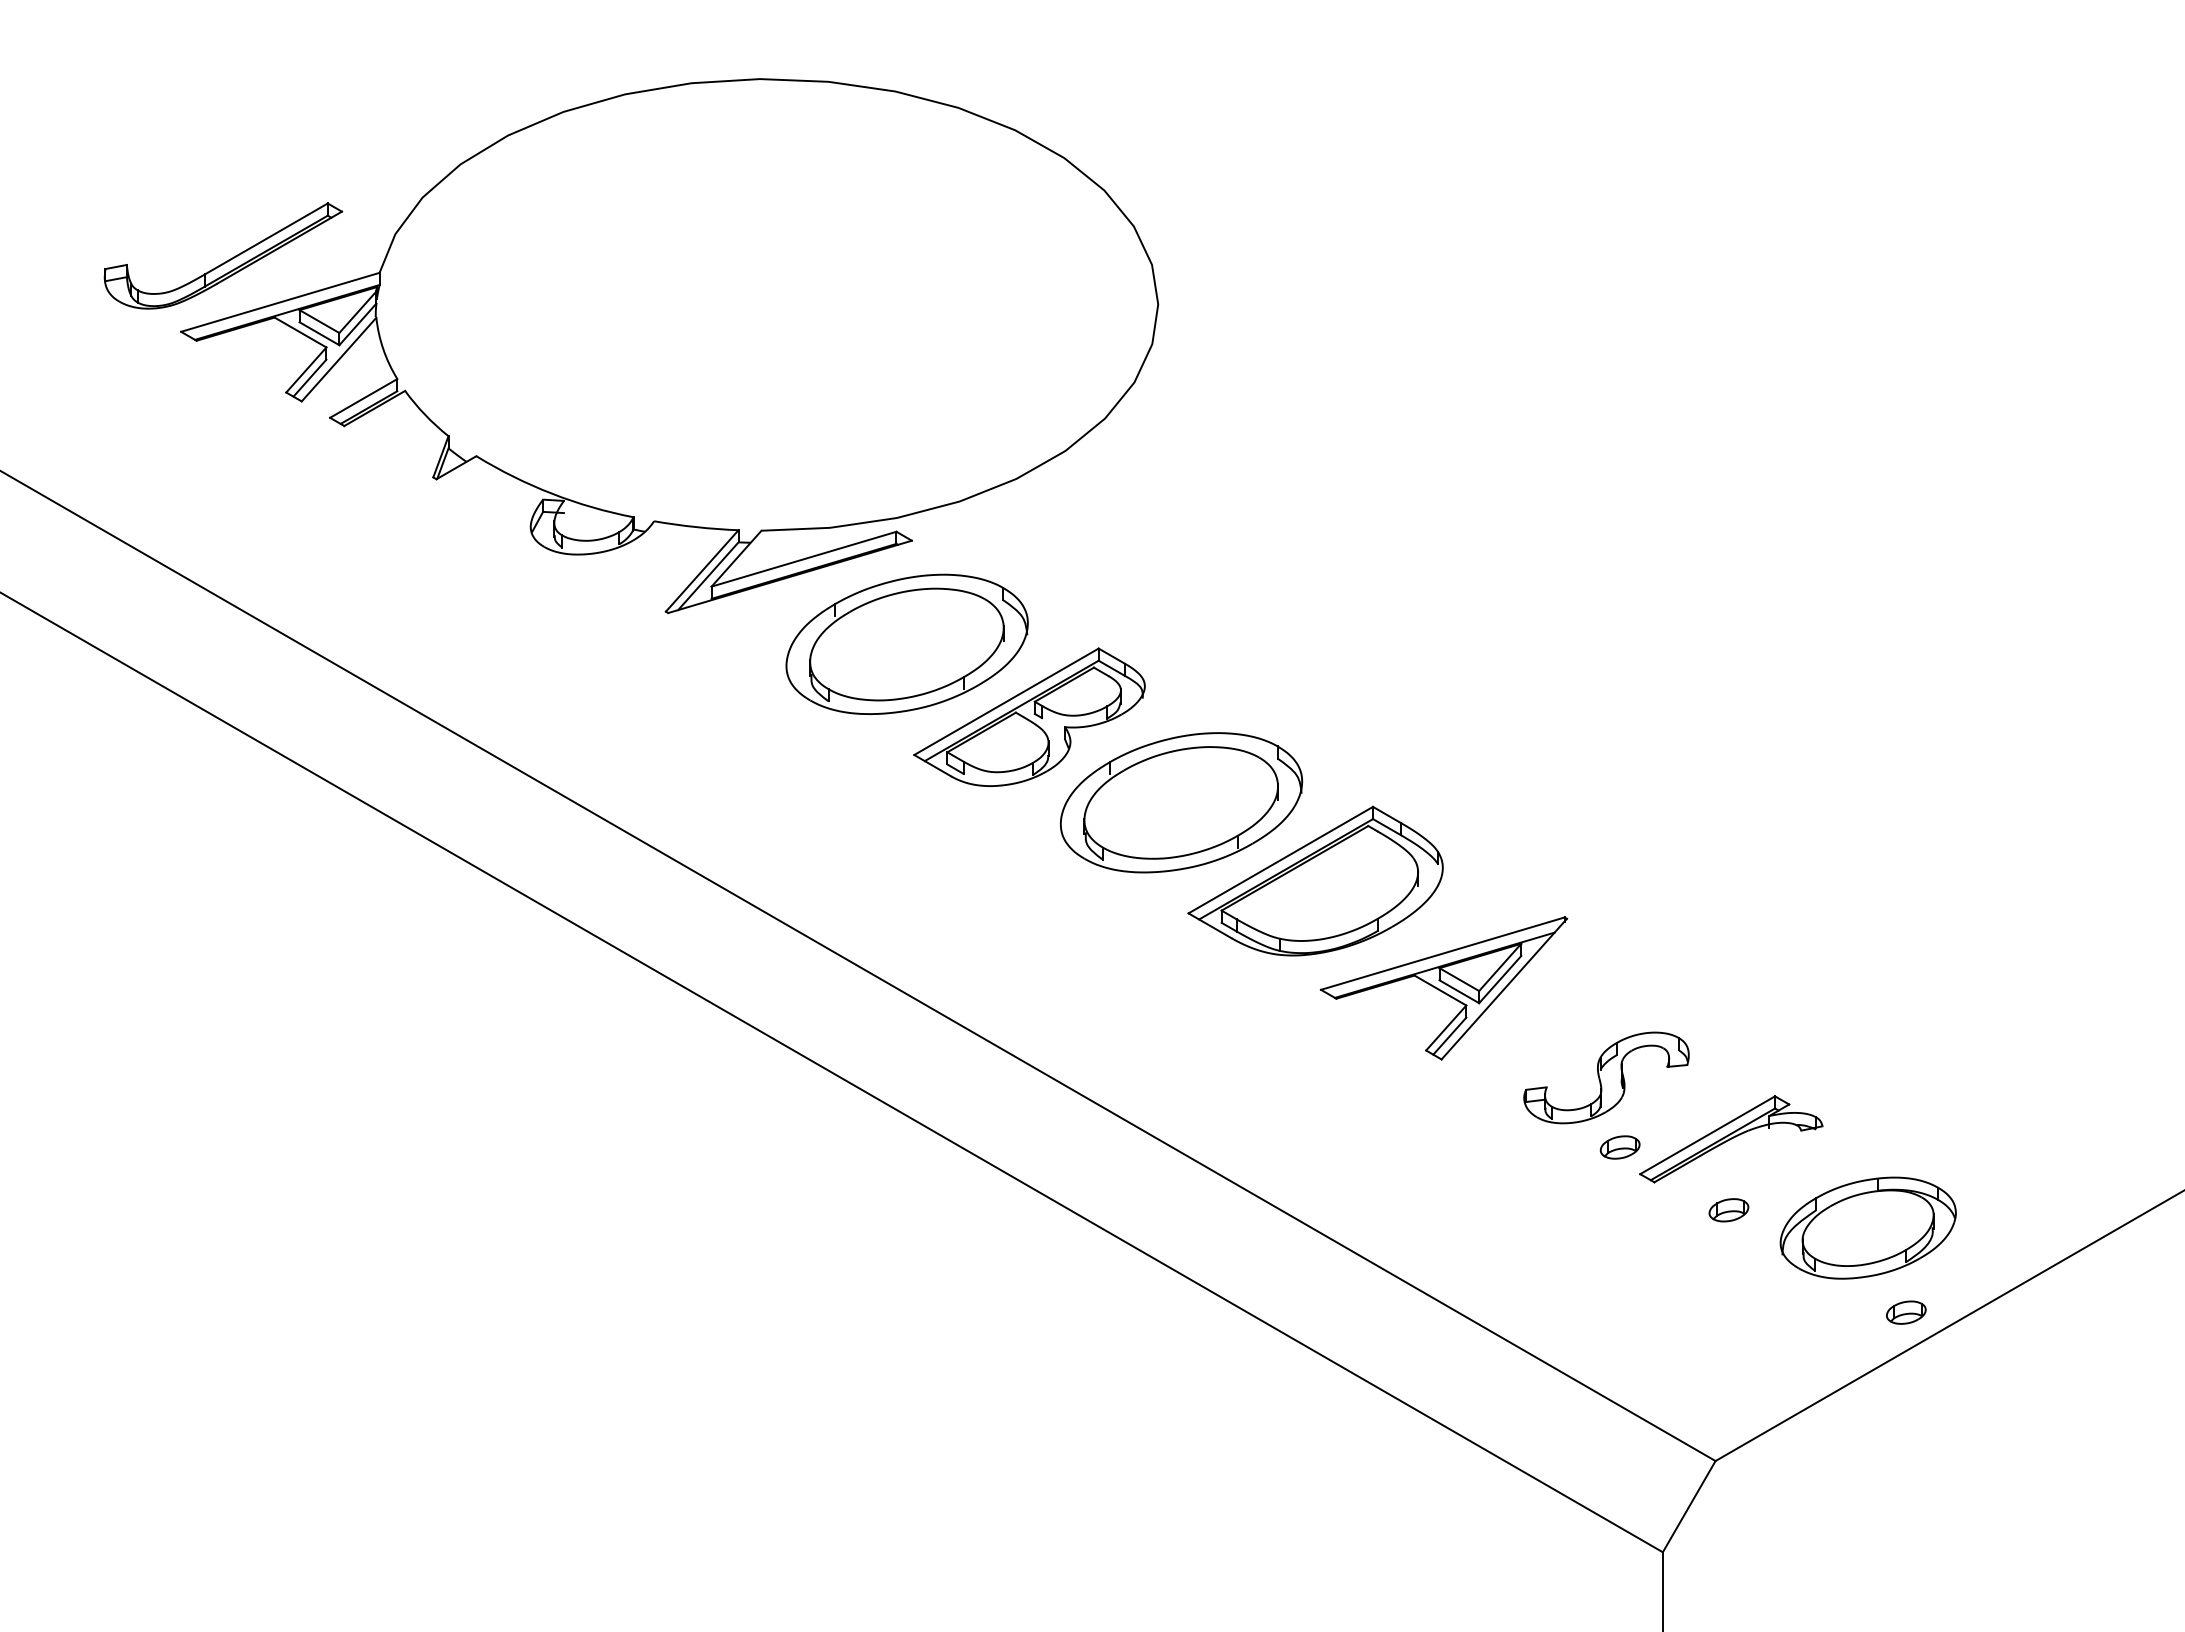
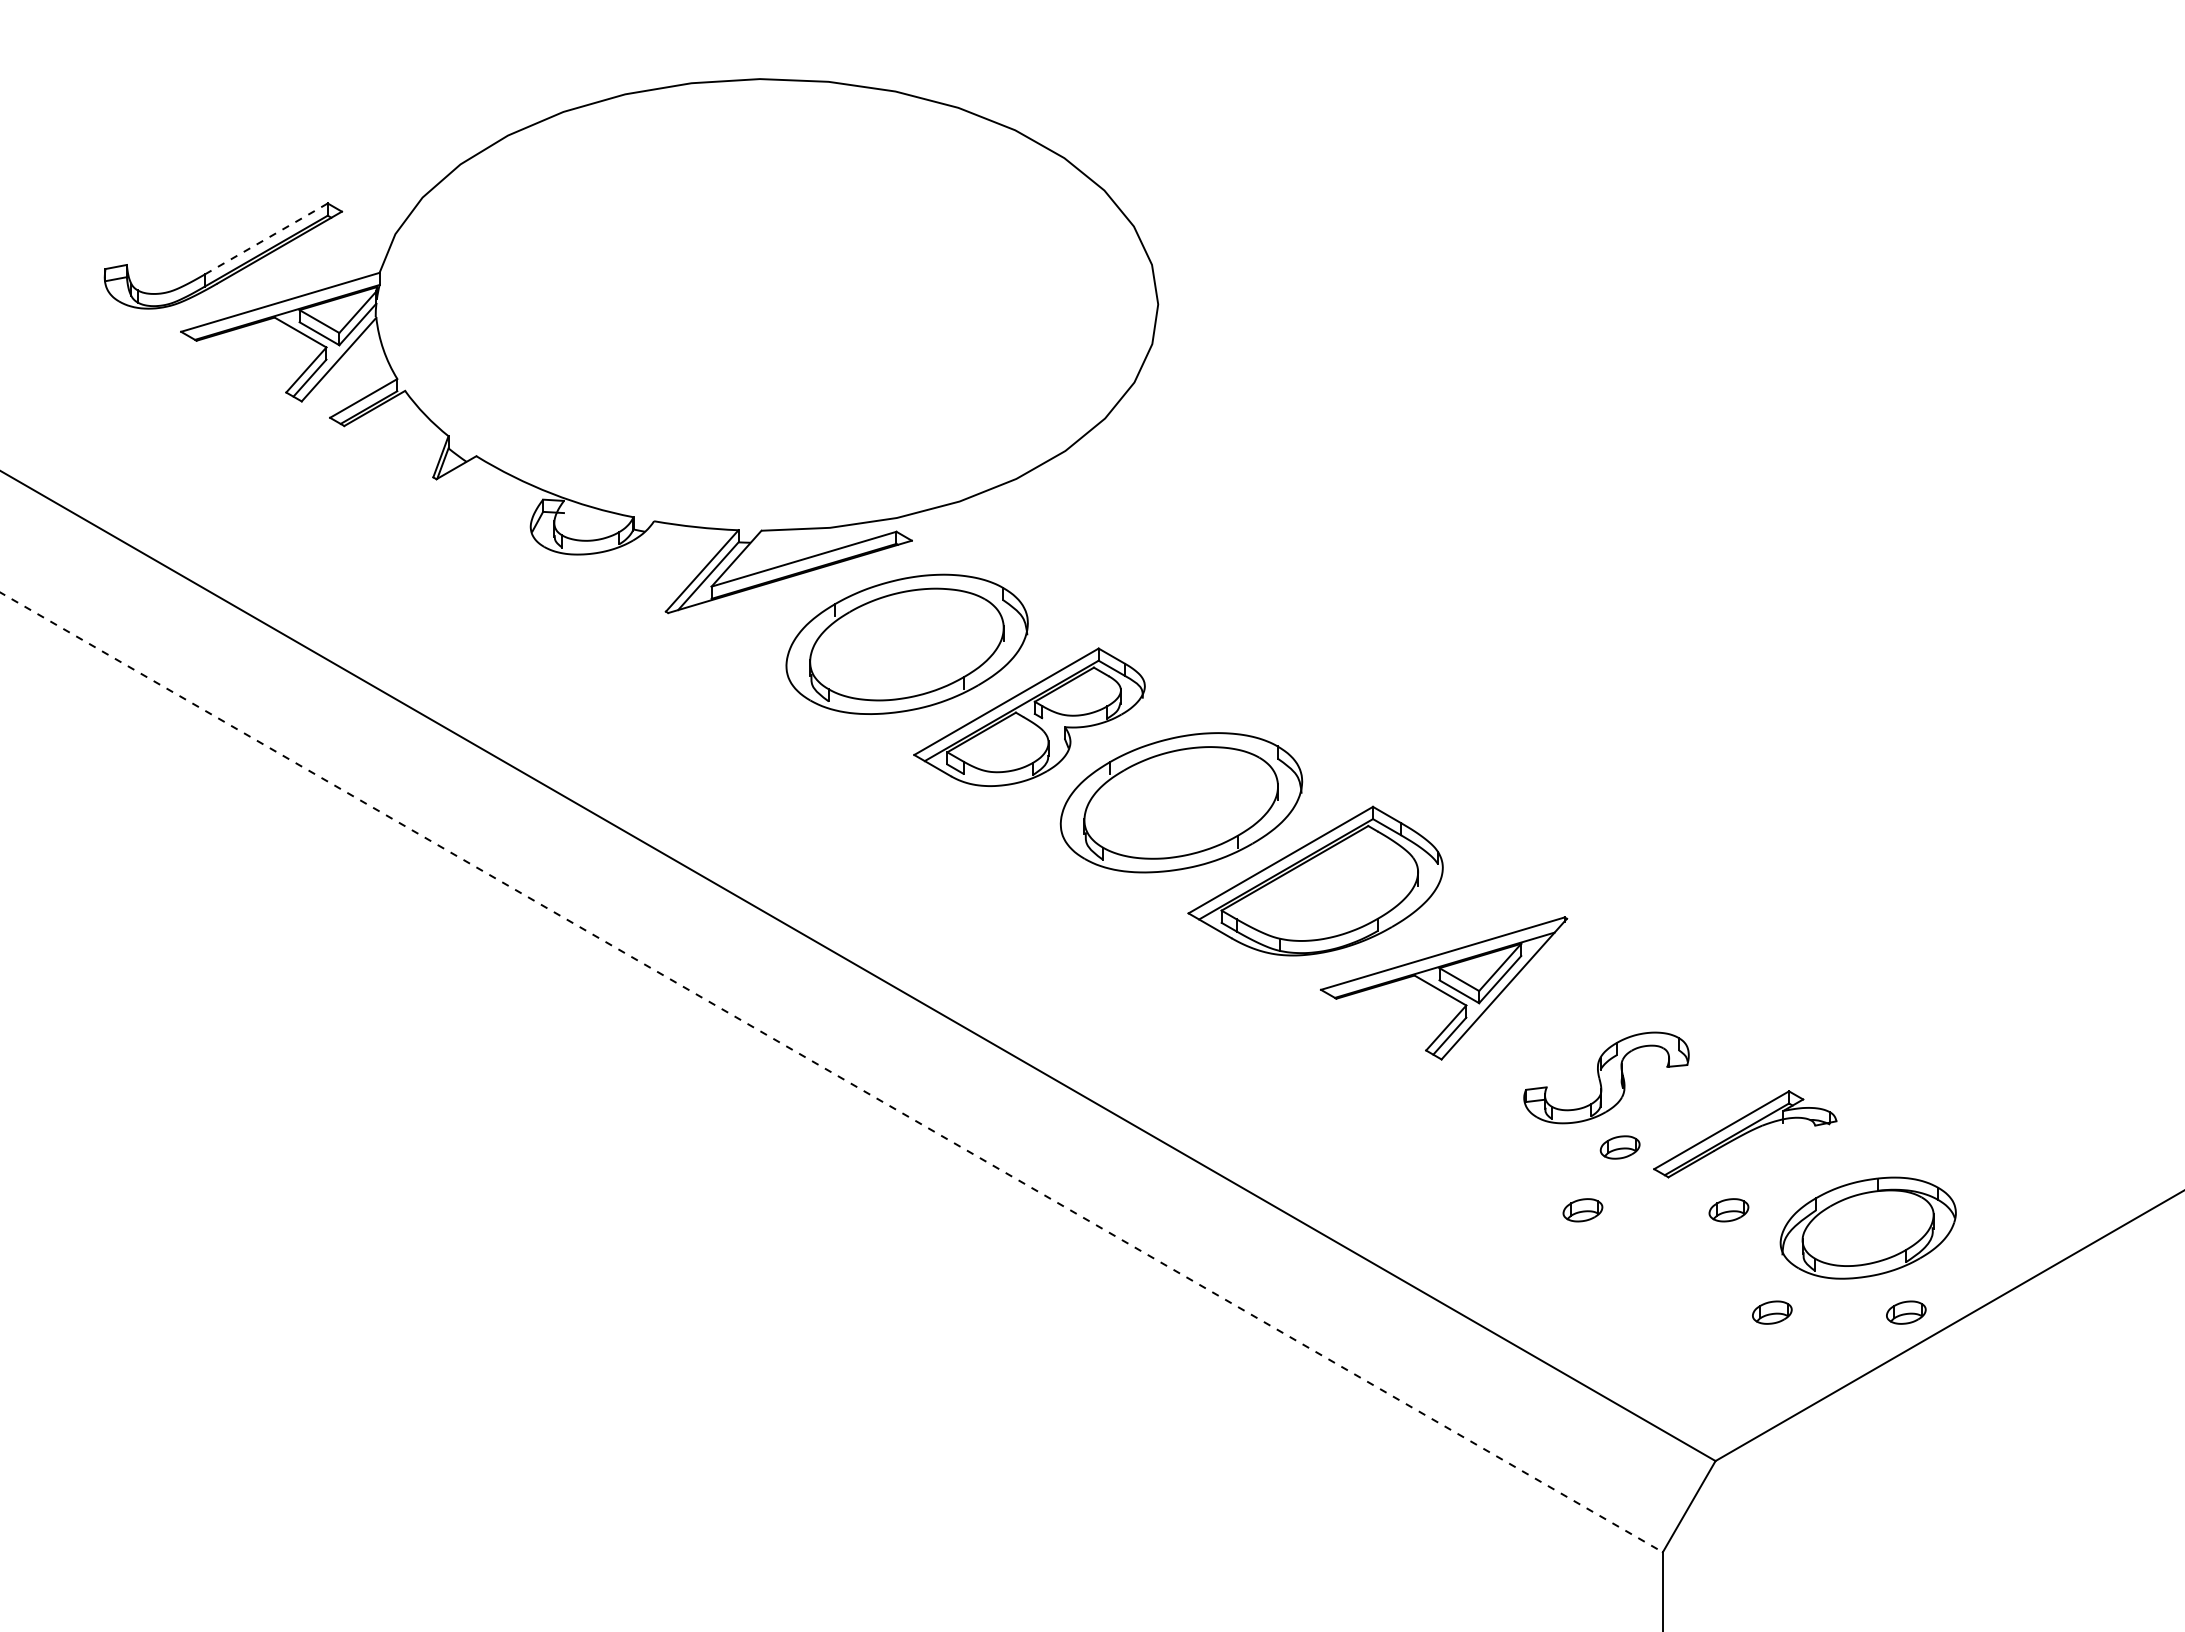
line at (266, 238): solid -> dashed
line at (831, 1072): solid -> dashed
part at (1731, 1139) position: (1731, 1139) -> (1745, 1134)
part at (1582, 1210): none -> present
part at (1772, 1312): none -> present
